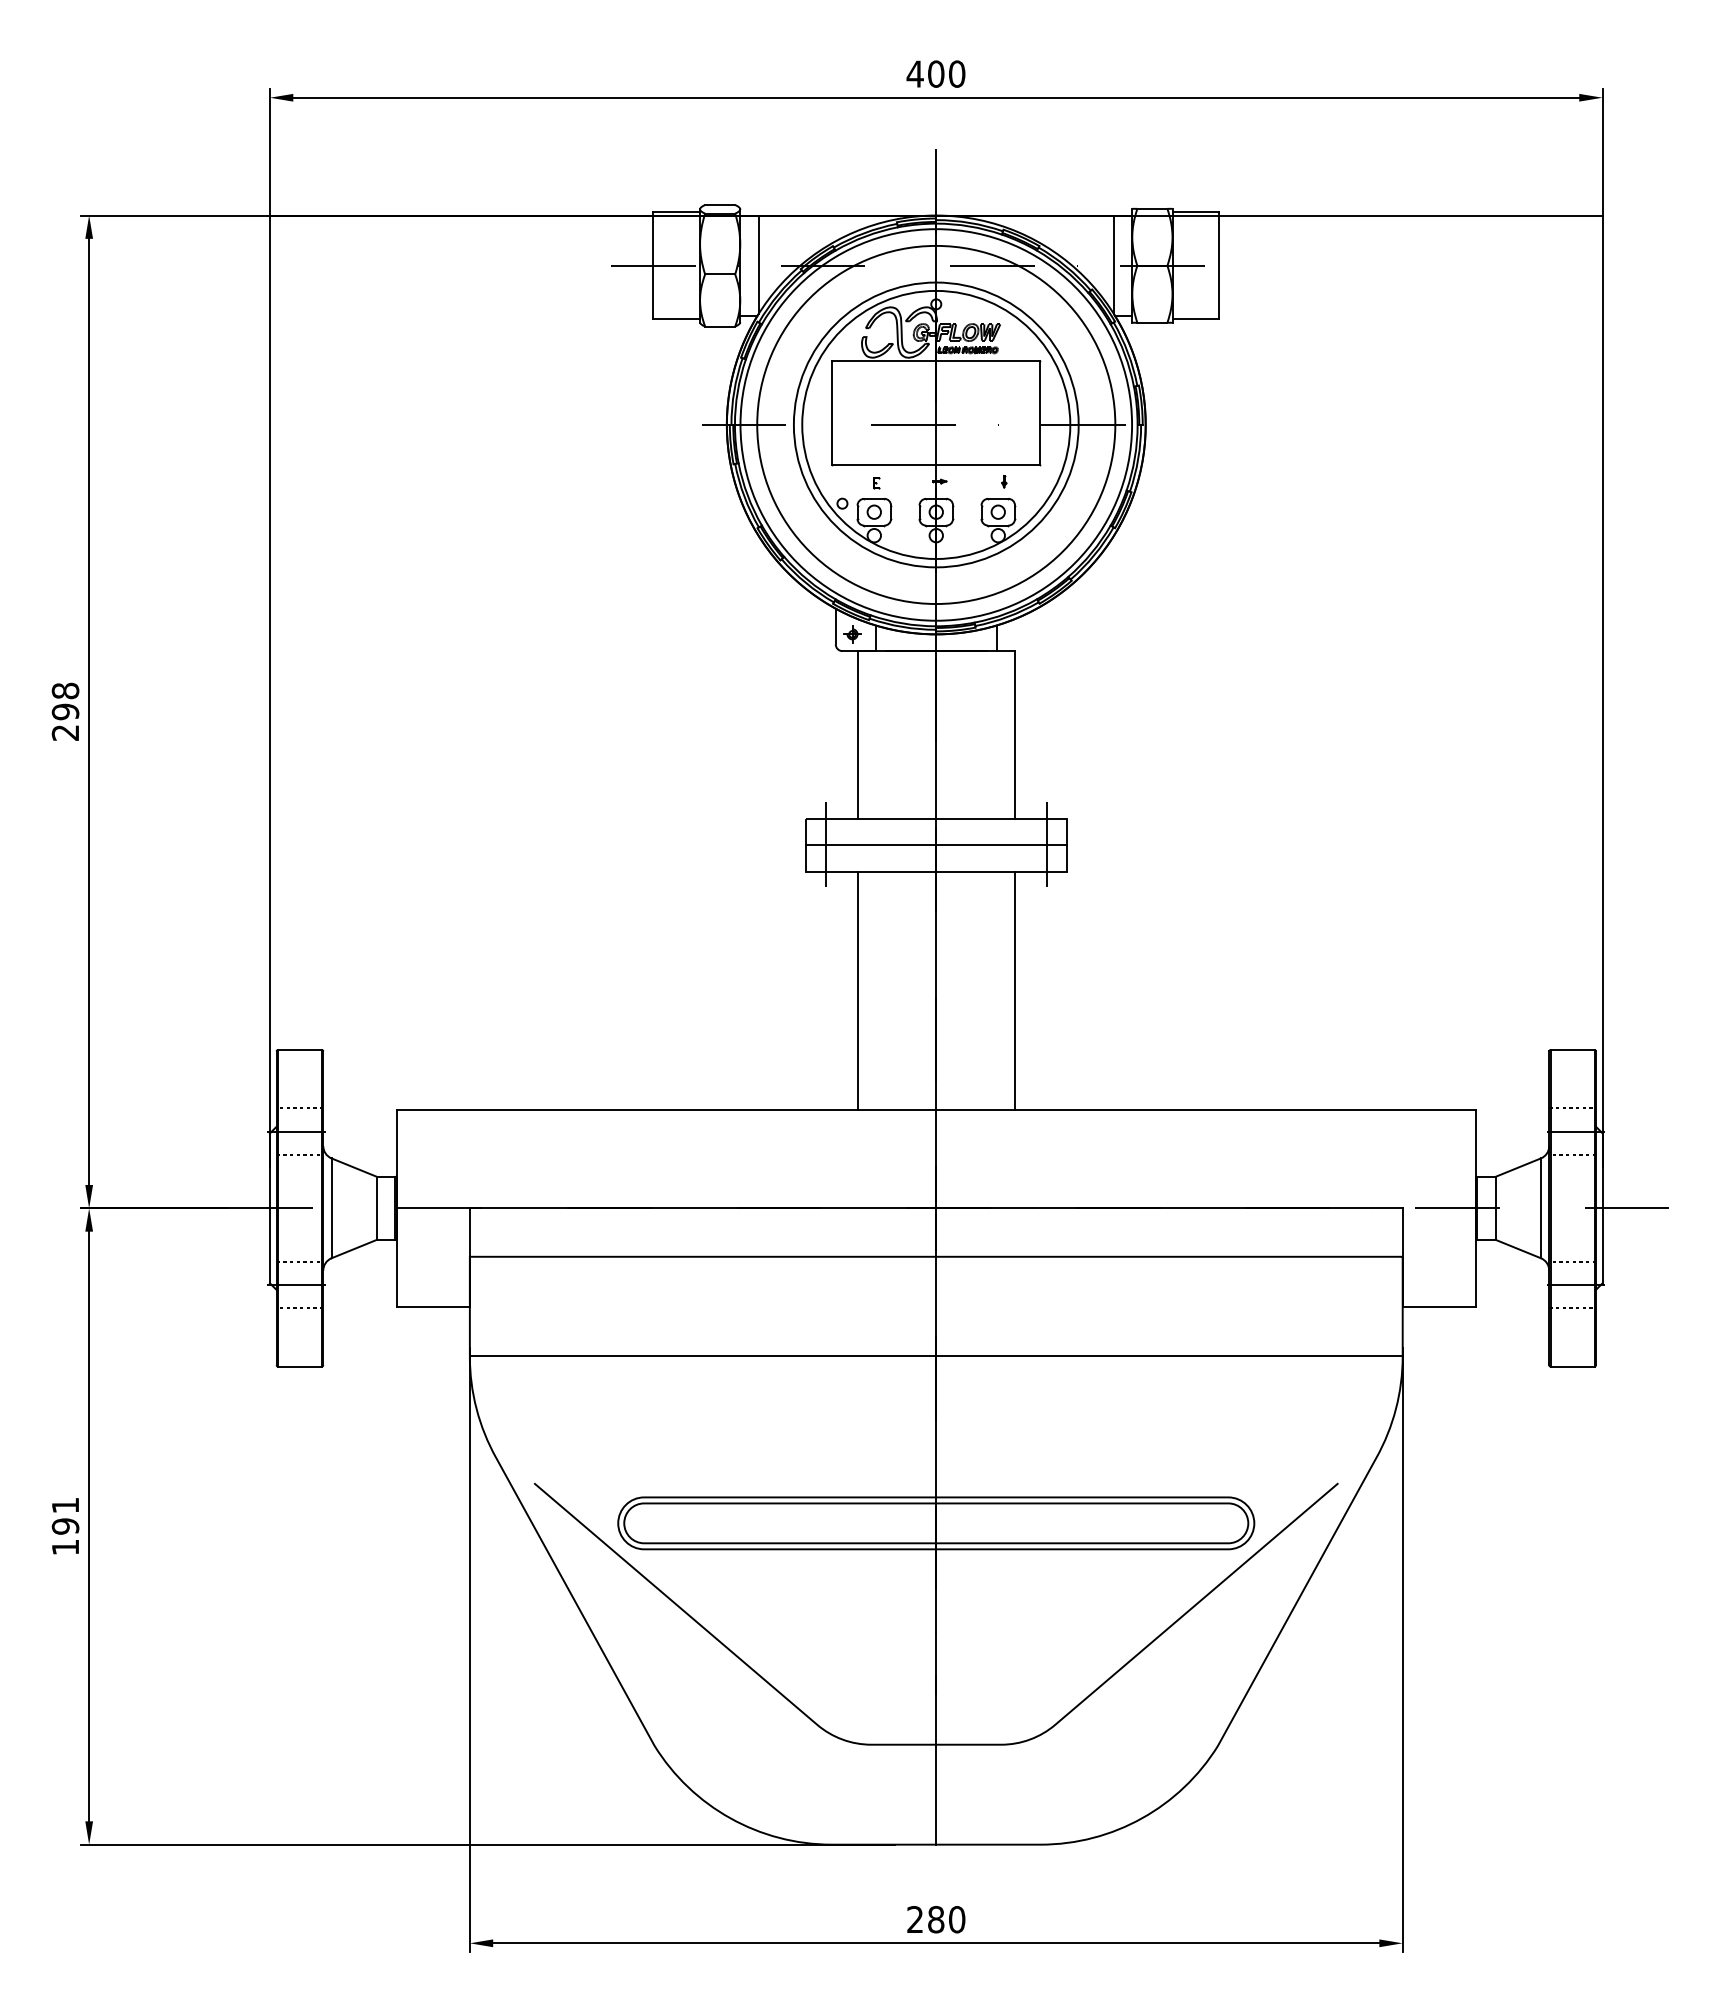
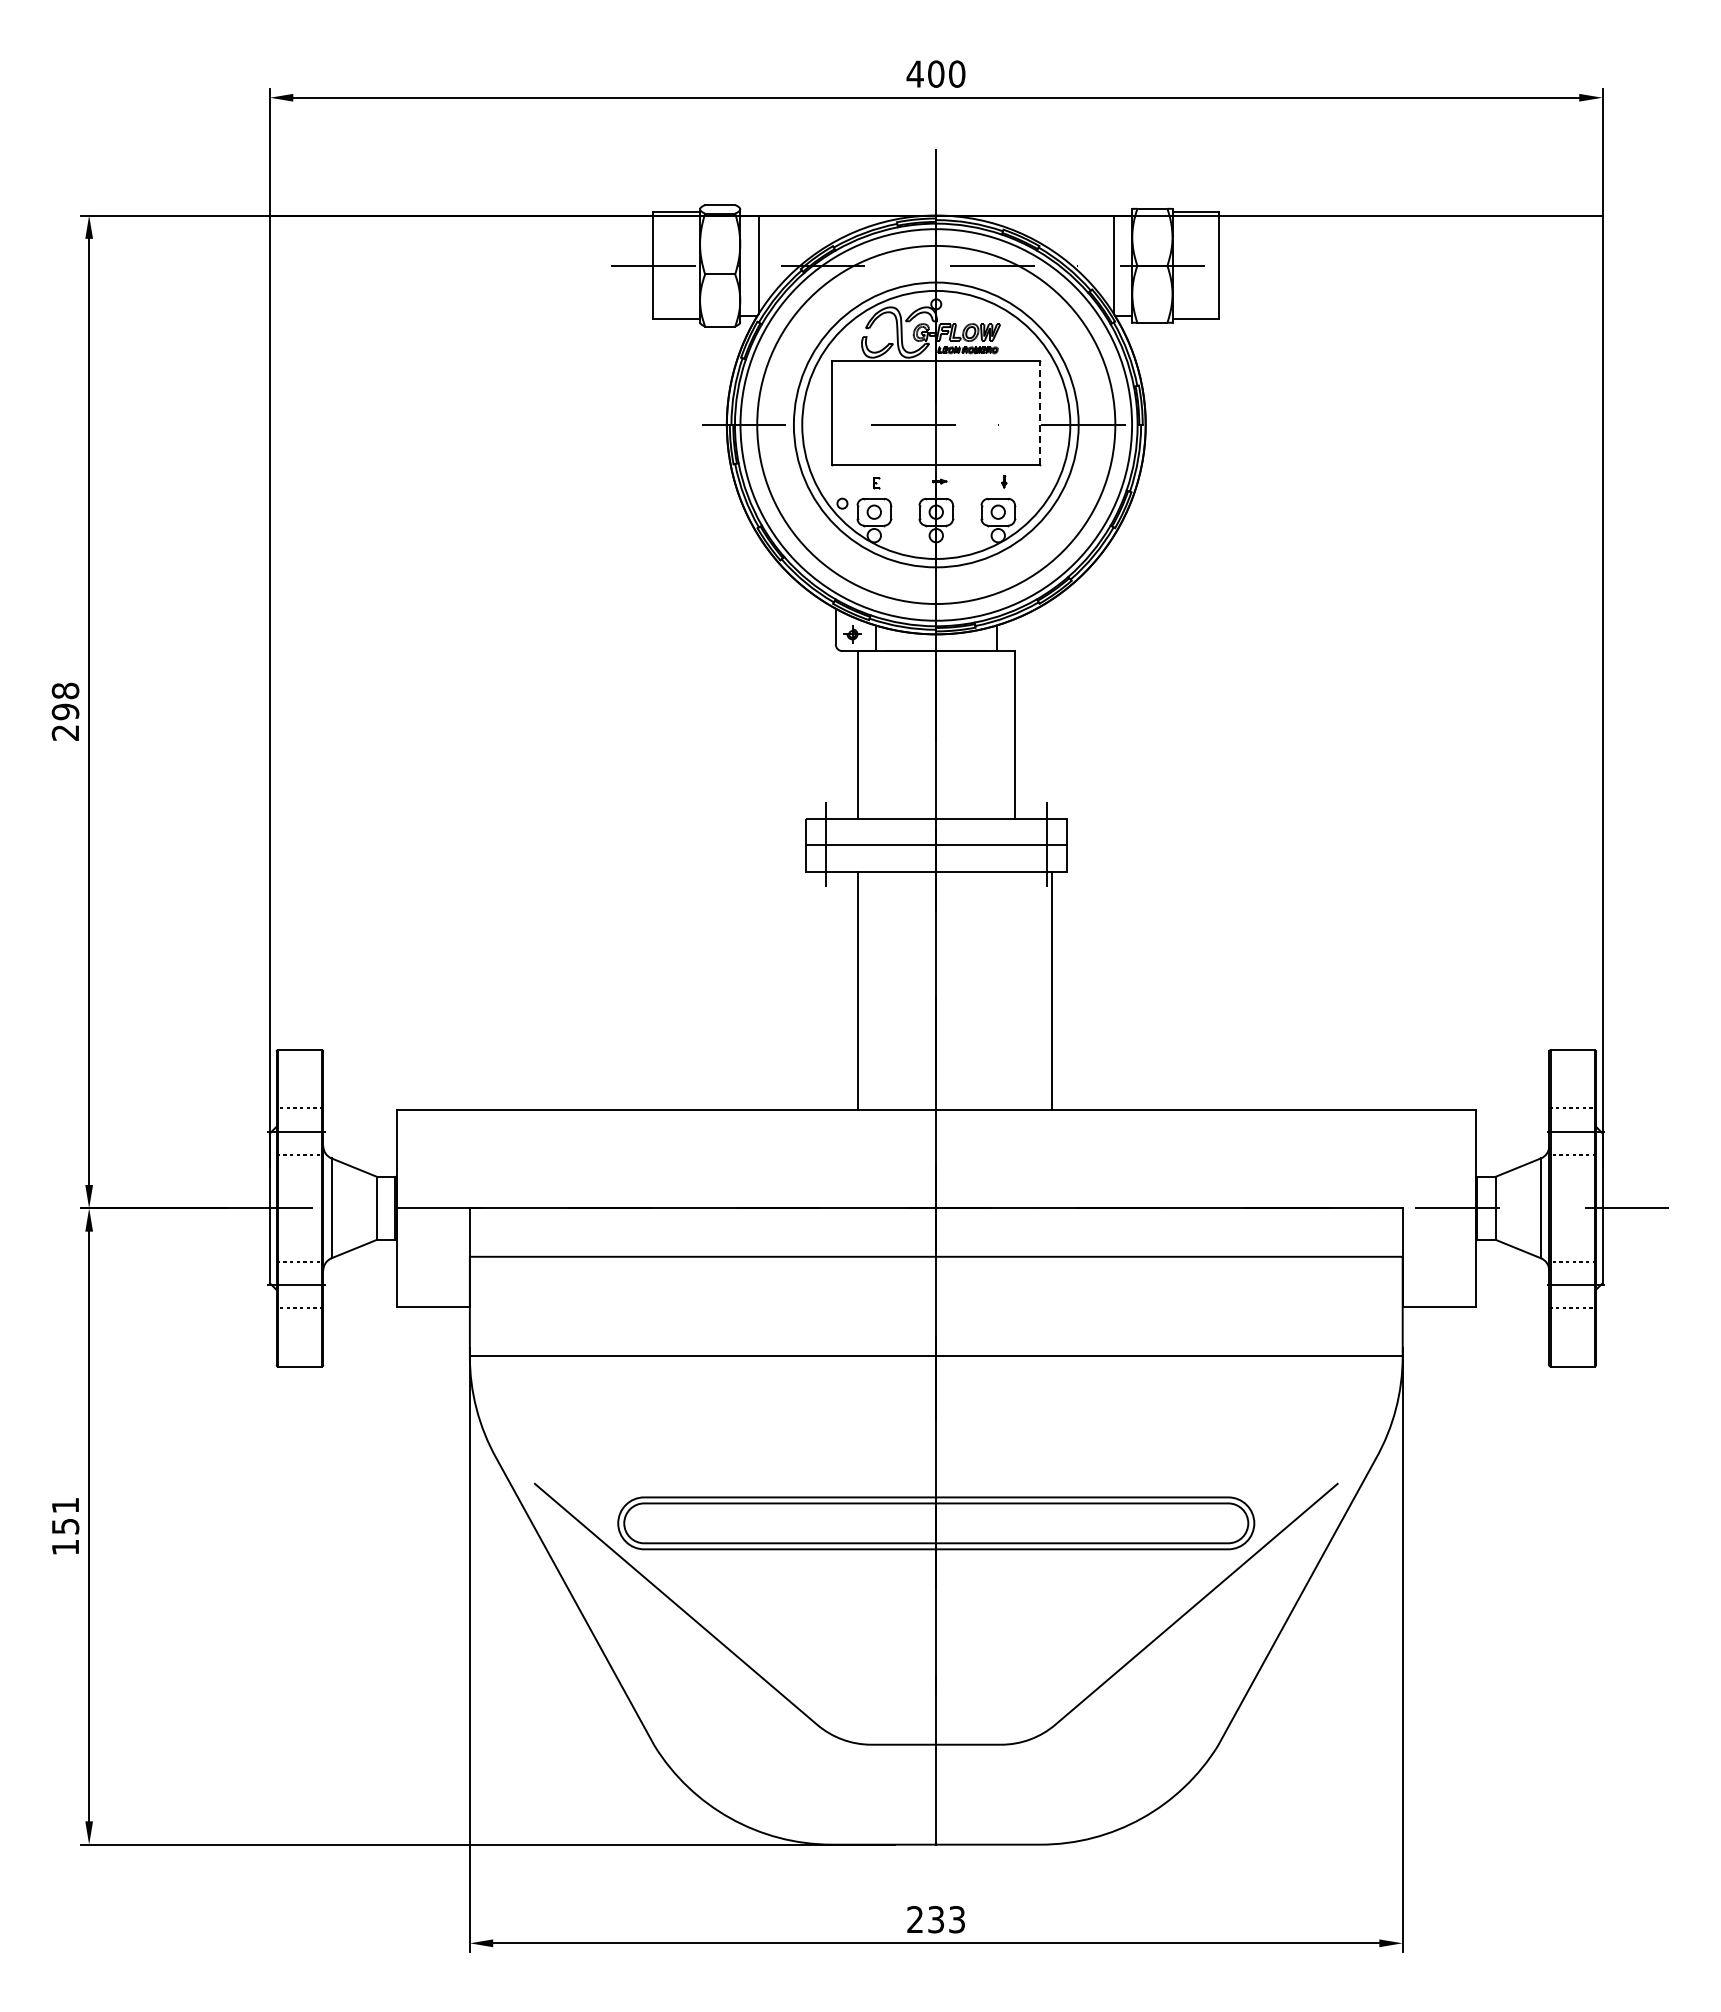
line at (1040, 413): solid -> dashed
line at (1015, 991) position: (1015, 991) -> (1052, 991)
text at (65, 1526): 191 -> 151
text at (946, 1919): 280 -> 233
